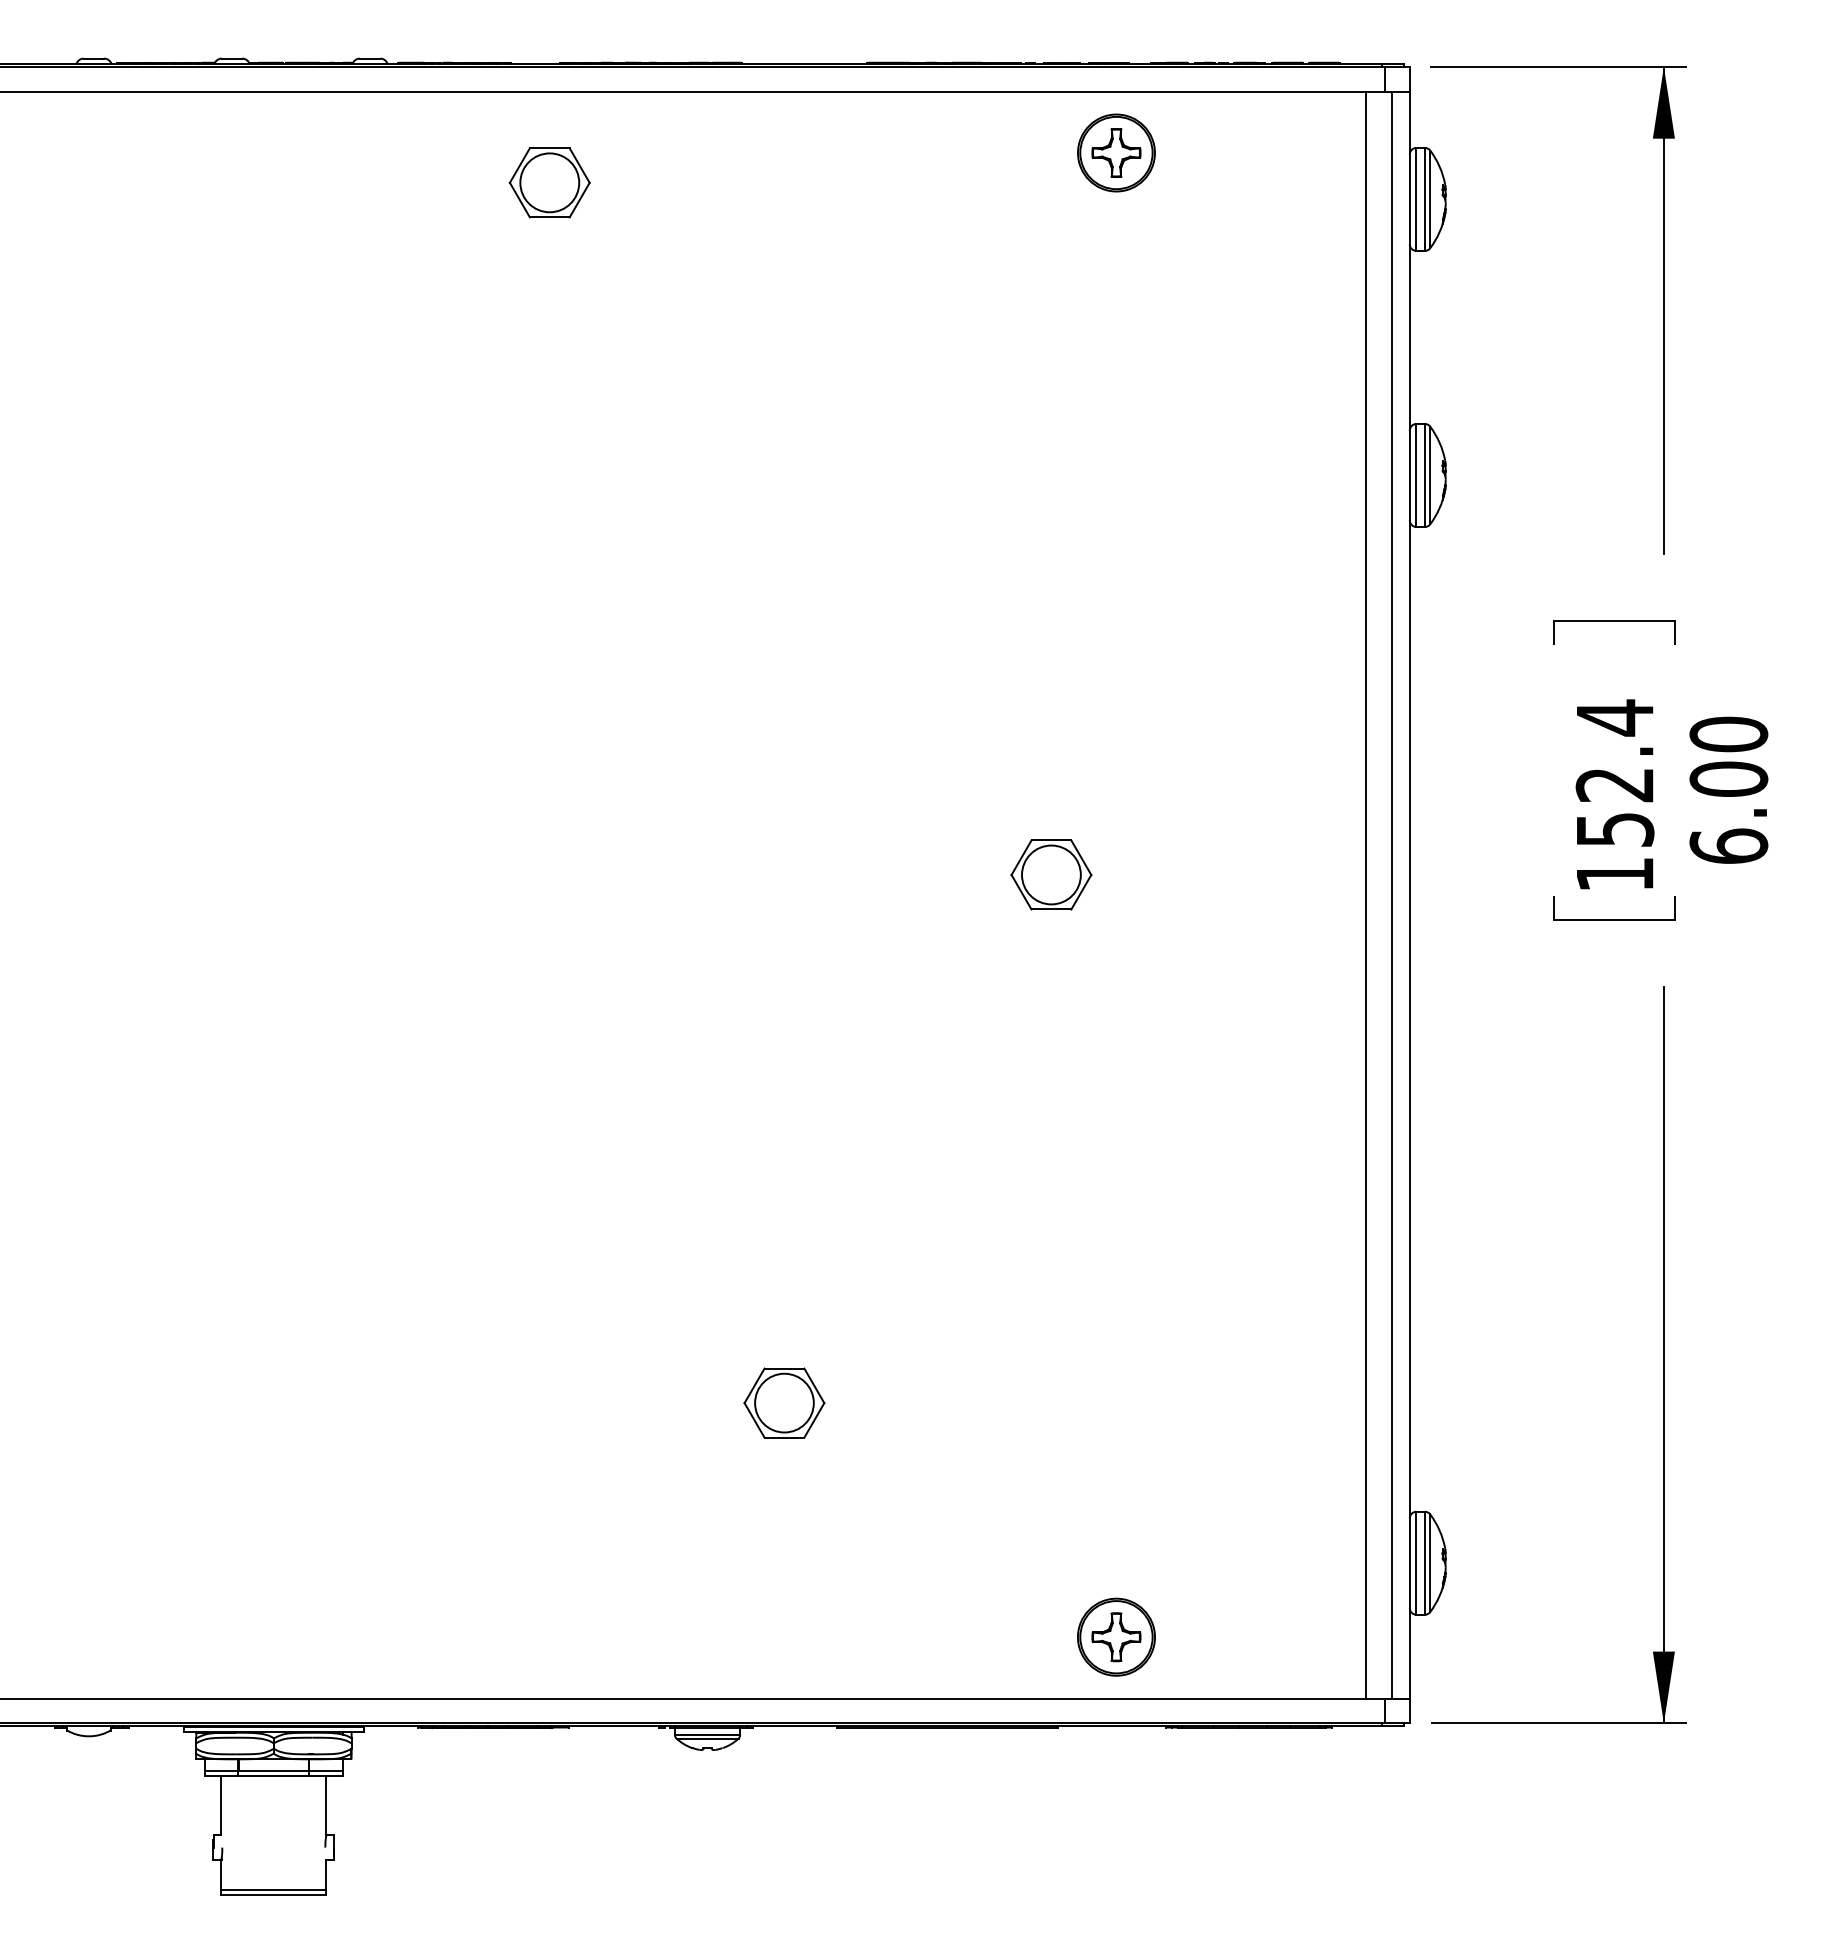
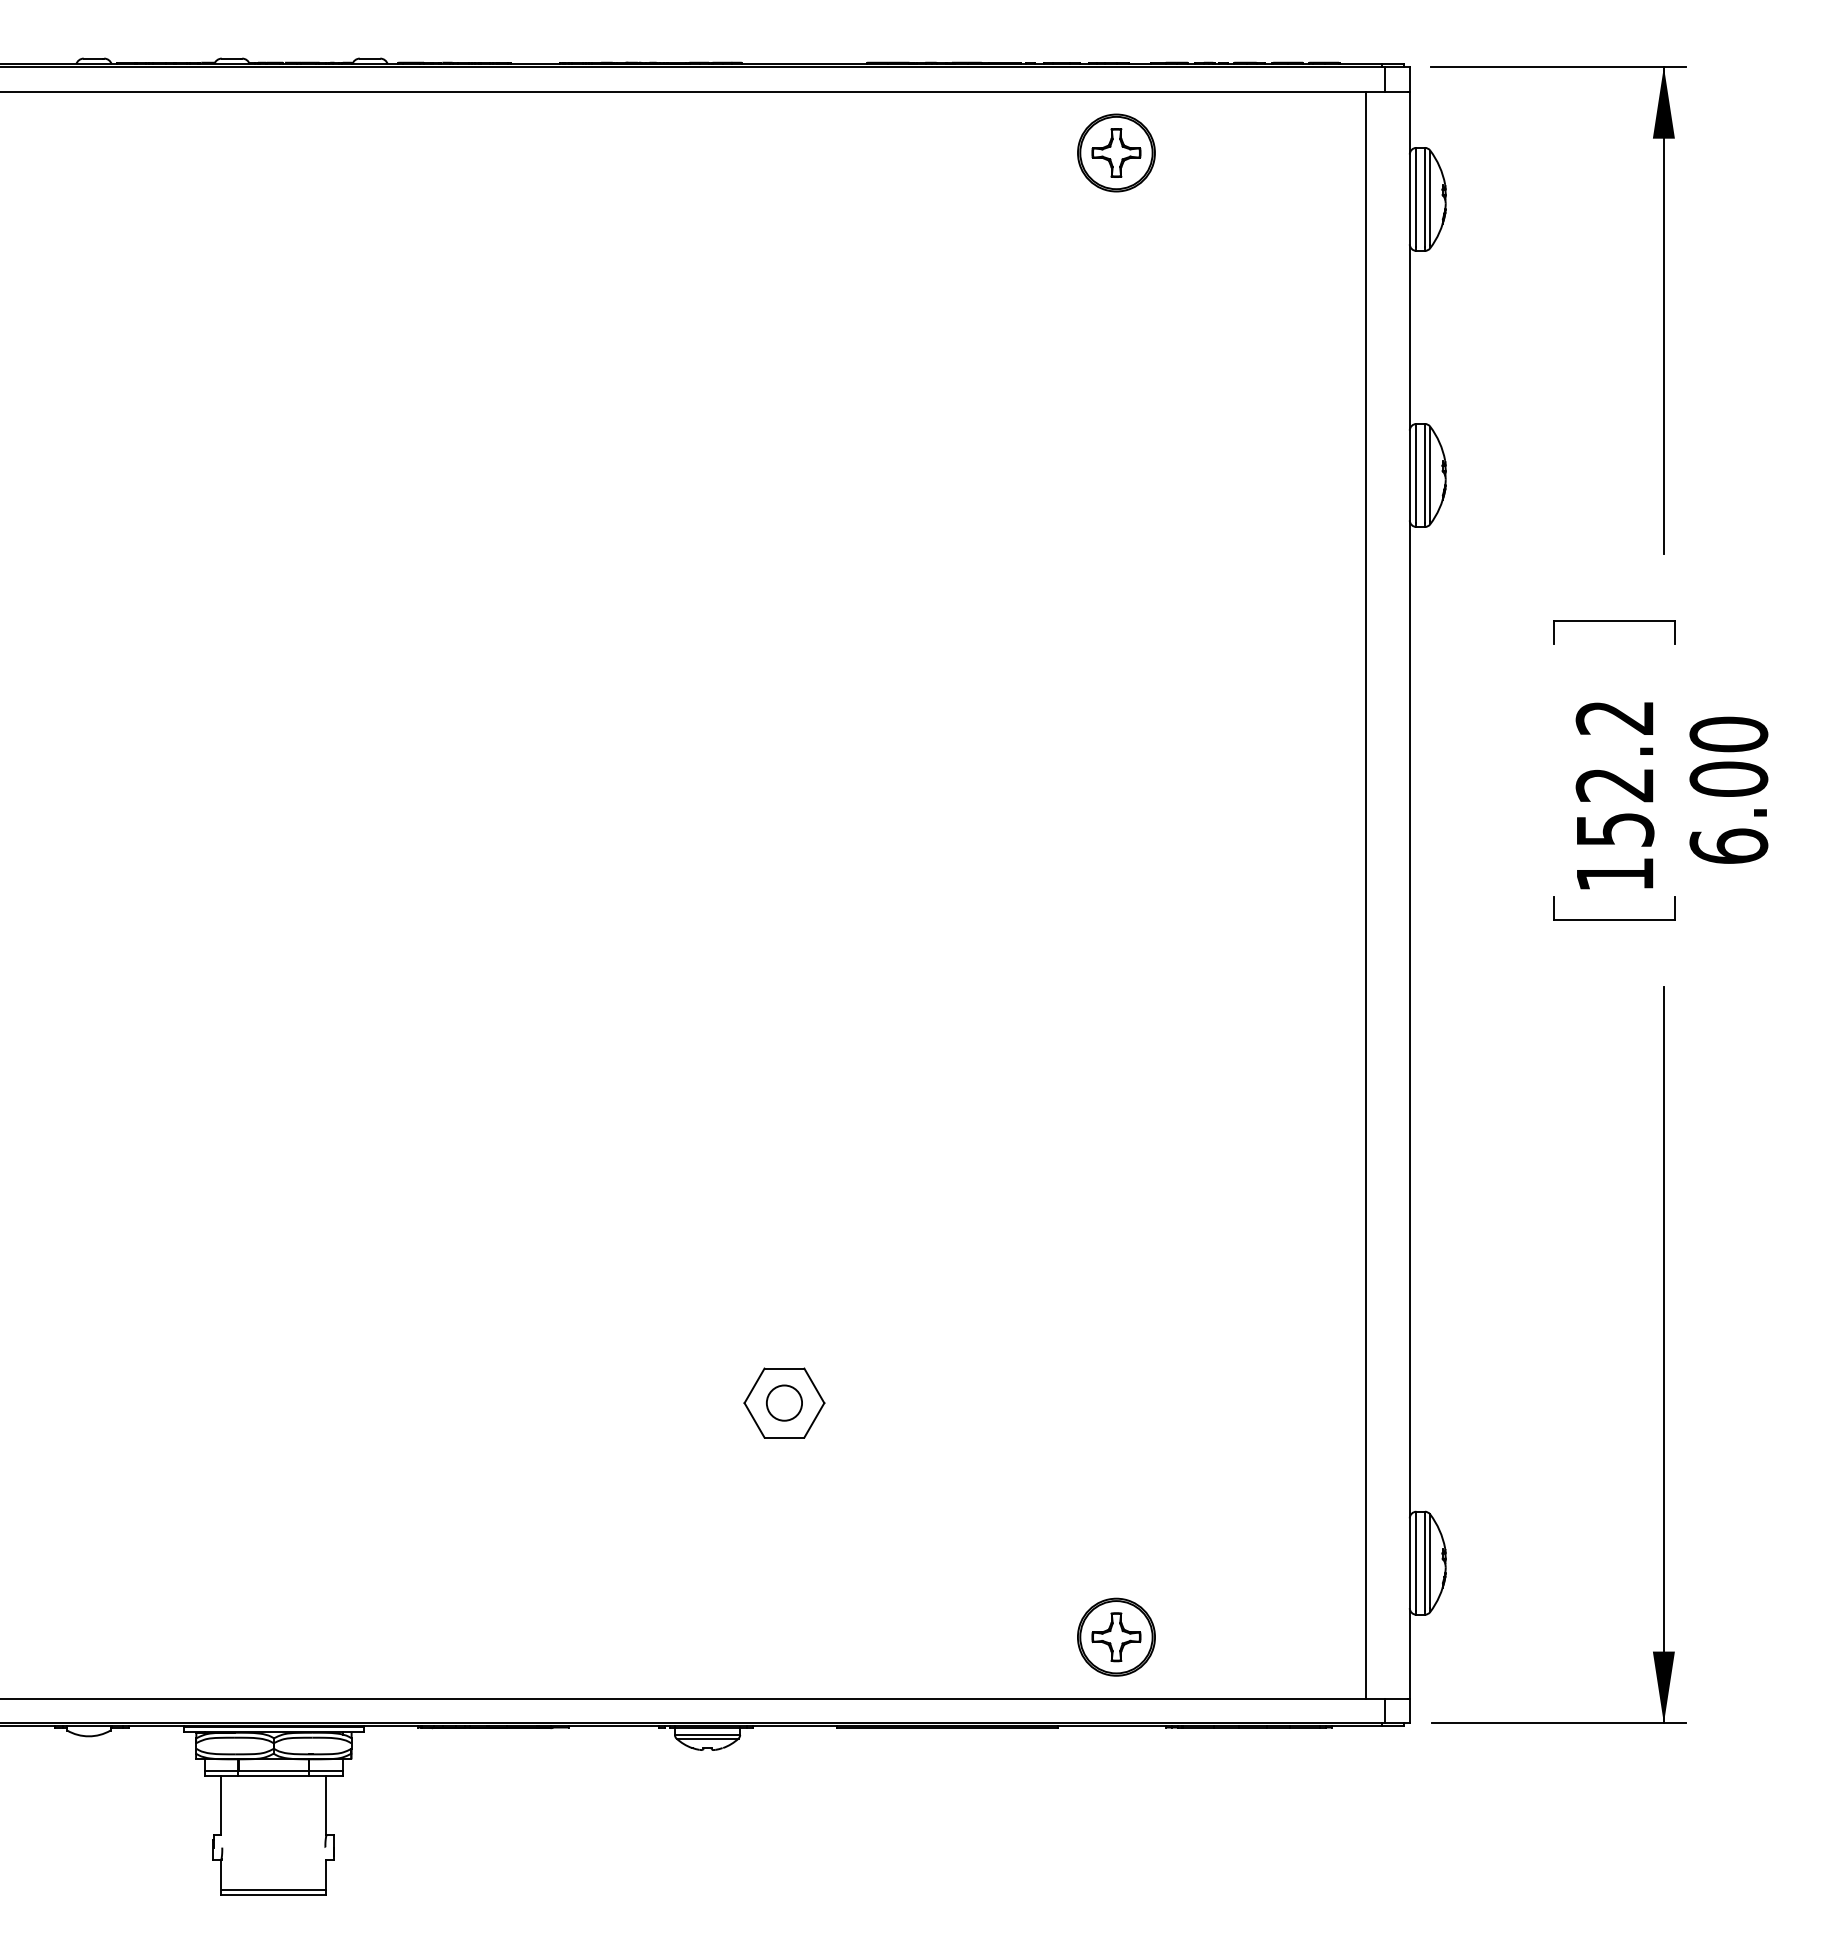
part at (549, 182): present -> none
text at (1614, 717): 152.4 -> 152.2
part at (1051, 874): present -> none
line at (1392, 894): present -> none
circle at (784, 1402) diameter: 59 px -> 35 px
